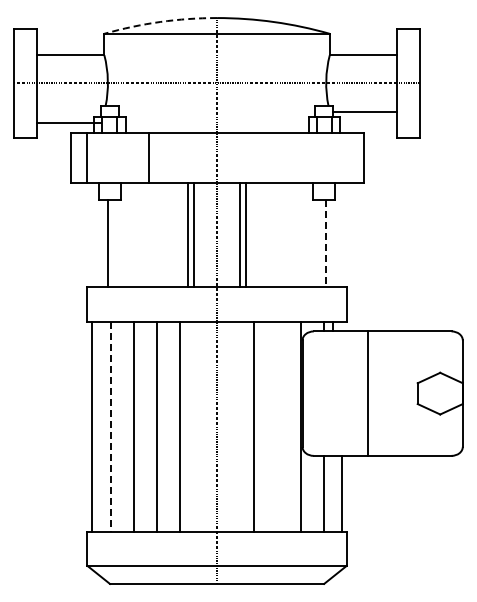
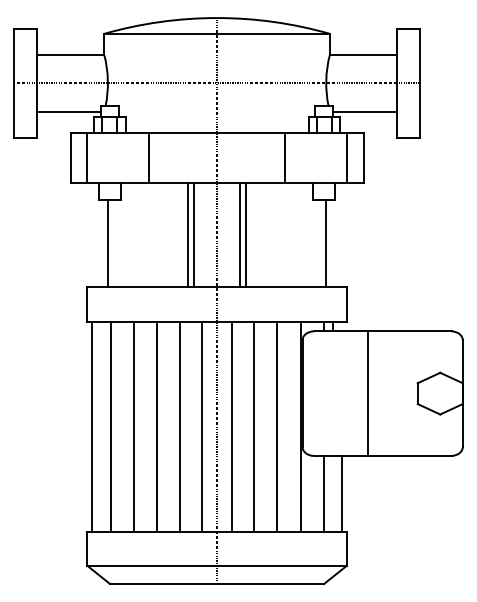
arc at (160, 22): dashed -> solid
line at (68, 122) position: (68, 122) -> (68, 111)
line at (285, 157): none -> present
line at (346, 157): none -> present
line at (325, 243): dashed -> solid
line at (202, 426): none -> present
line at (231, 426): none -> present
line at (277, 426): none -> present
line at (110, 427): dashed -> solid
